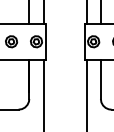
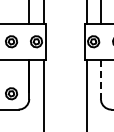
line at (100, 79): solid -> dashed
part at (11, 93): none -> present
